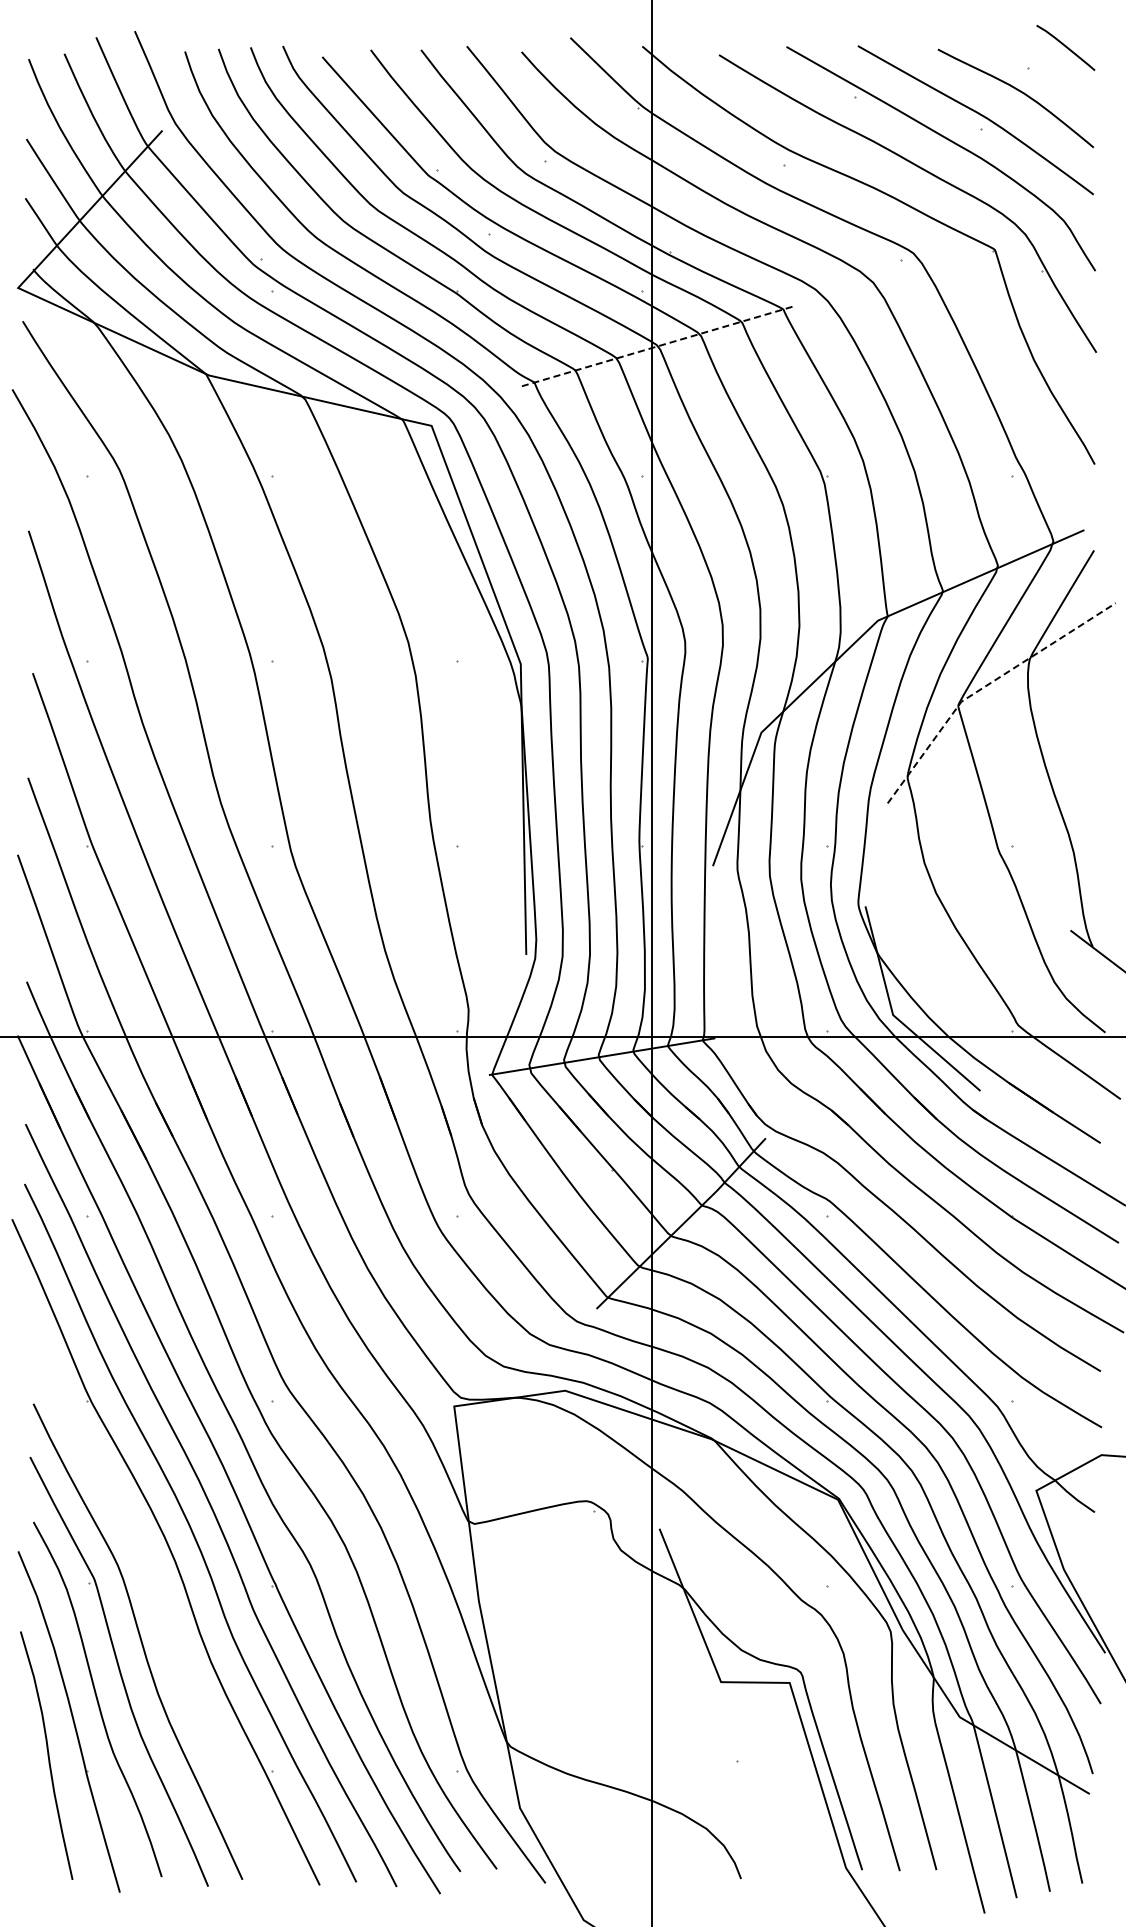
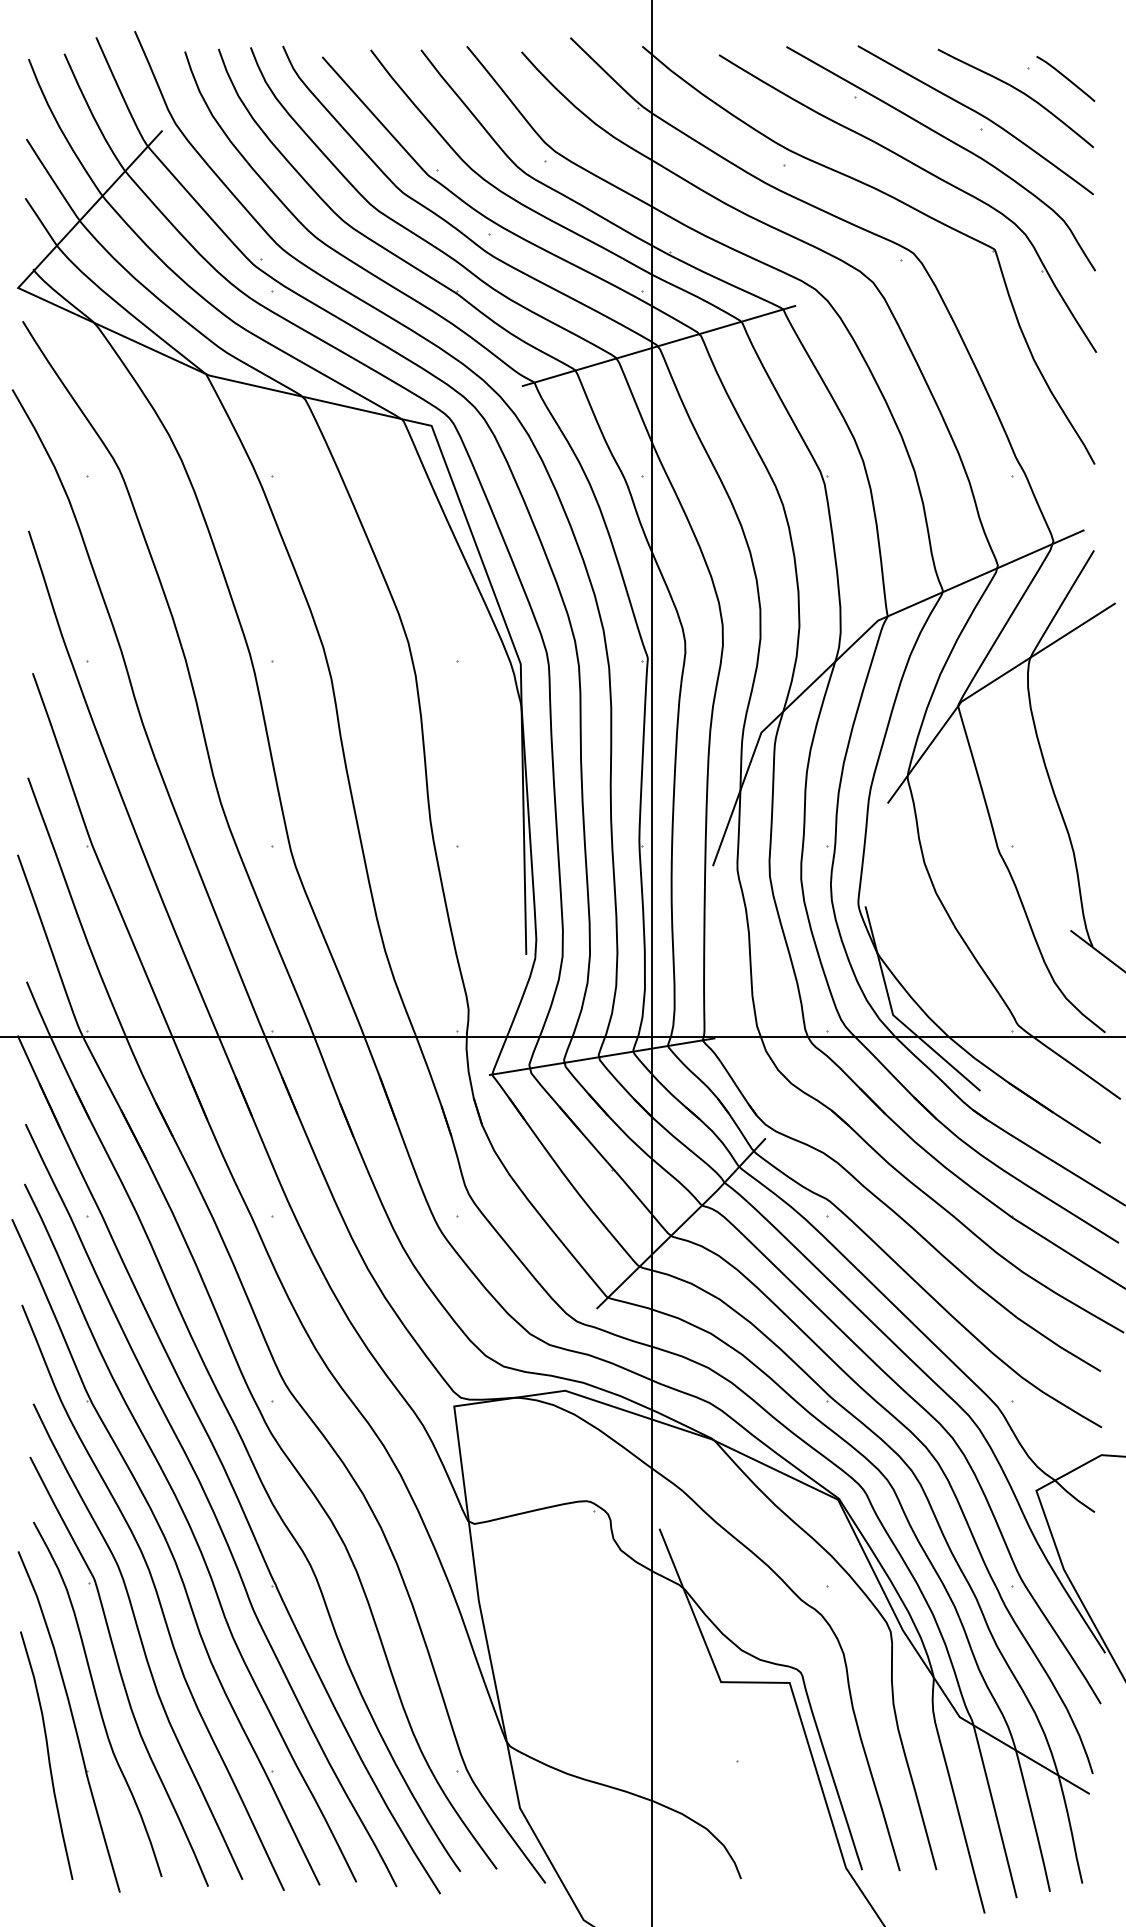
curve at (1065, 47) position: (1065, 47) -> (1065, 78)
line at (659, 346): dashed -> solid
line at (985, 686): dashed -> solid
curve at (156, 1595): none -> present
